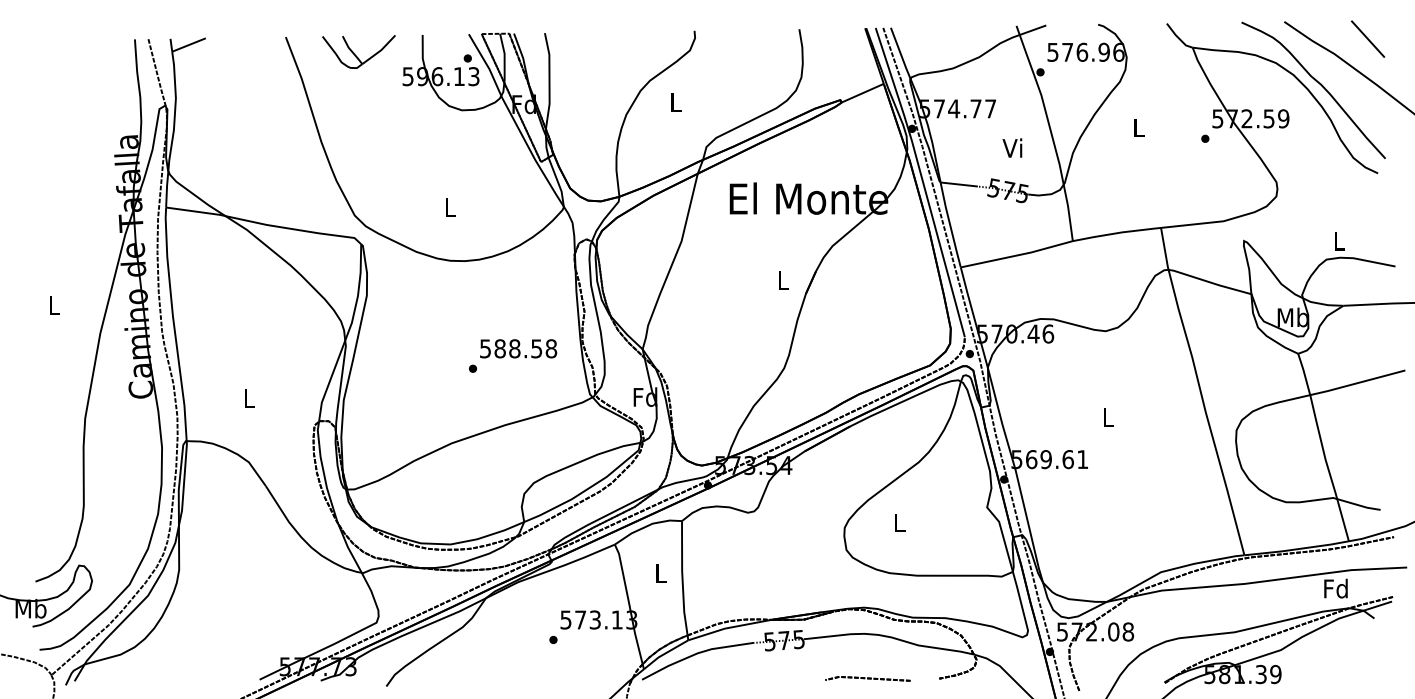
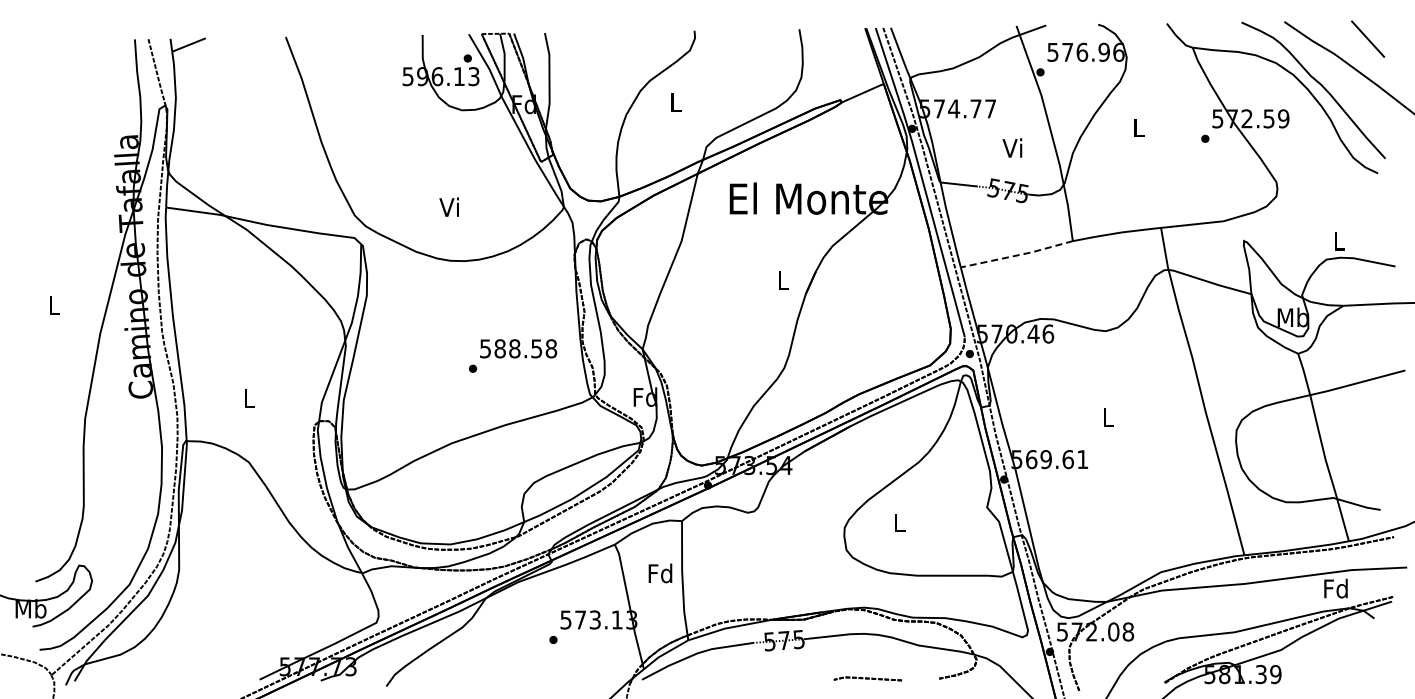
part at (358, 51): present -> none
text at (448, 206): L -> Vi
line at (1017, 255): solid -> dashed
text at (660, 573): L -> Fd
part at (867, 678) size: 86x6 px -> 69x6 px
